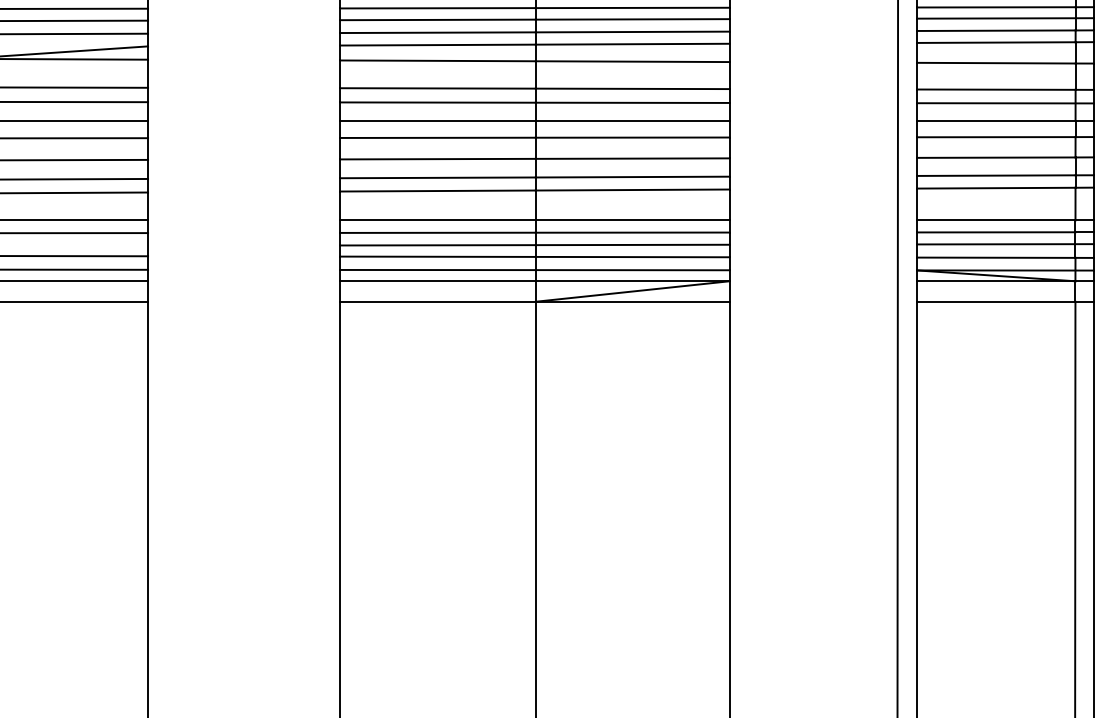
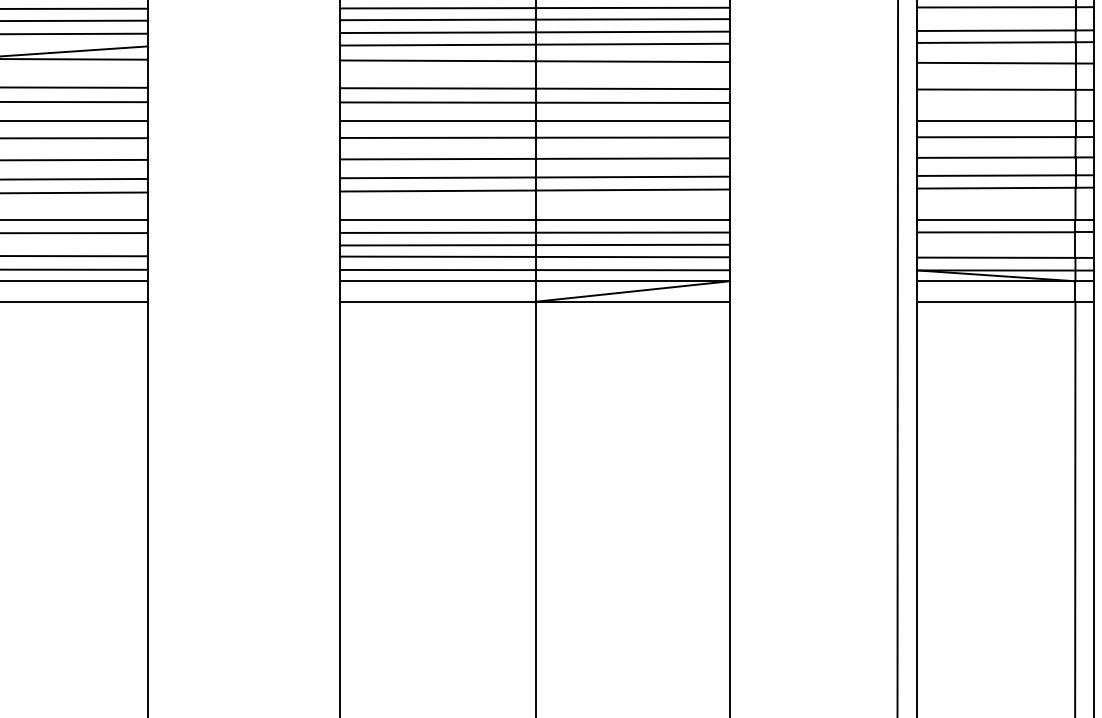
line at (1005, 18): present -> none
line at (1005, 103): present -> none
line at (1005, 244): present -> none
